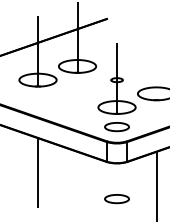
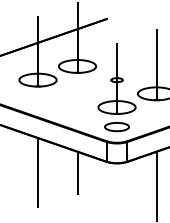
line at (156, 64): none -> present
line at (77, 172): none -> present
part at (116, 199): present -> none
